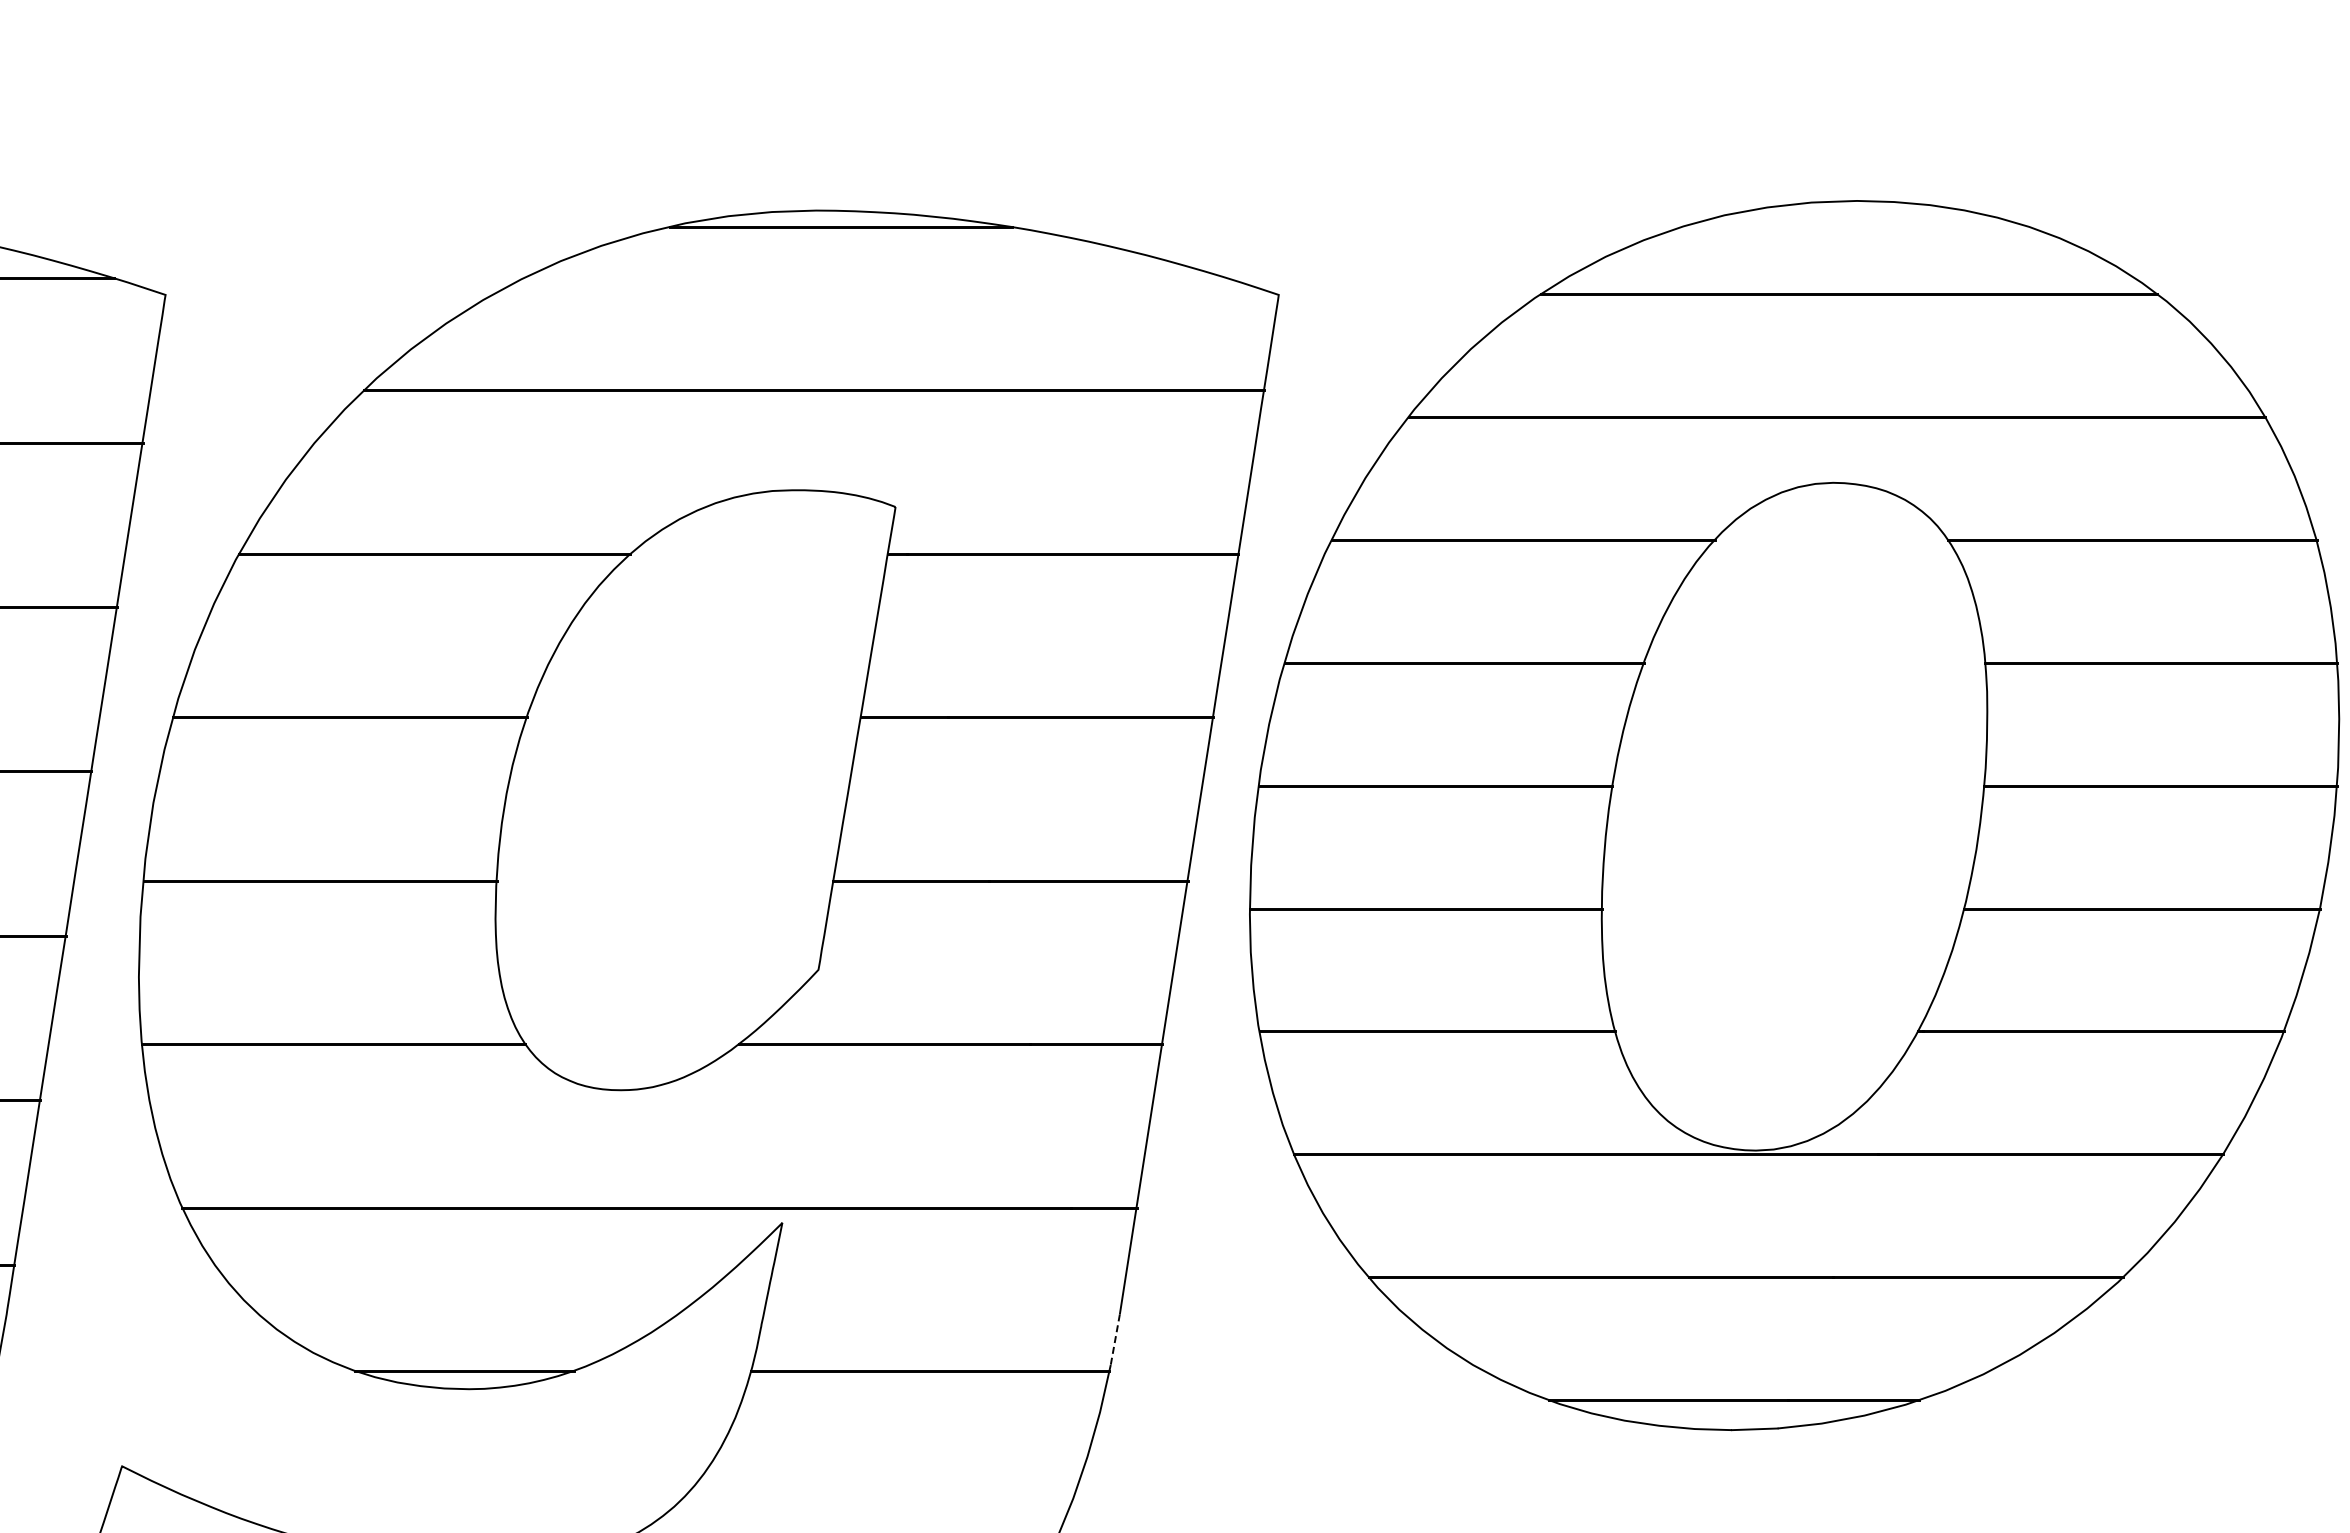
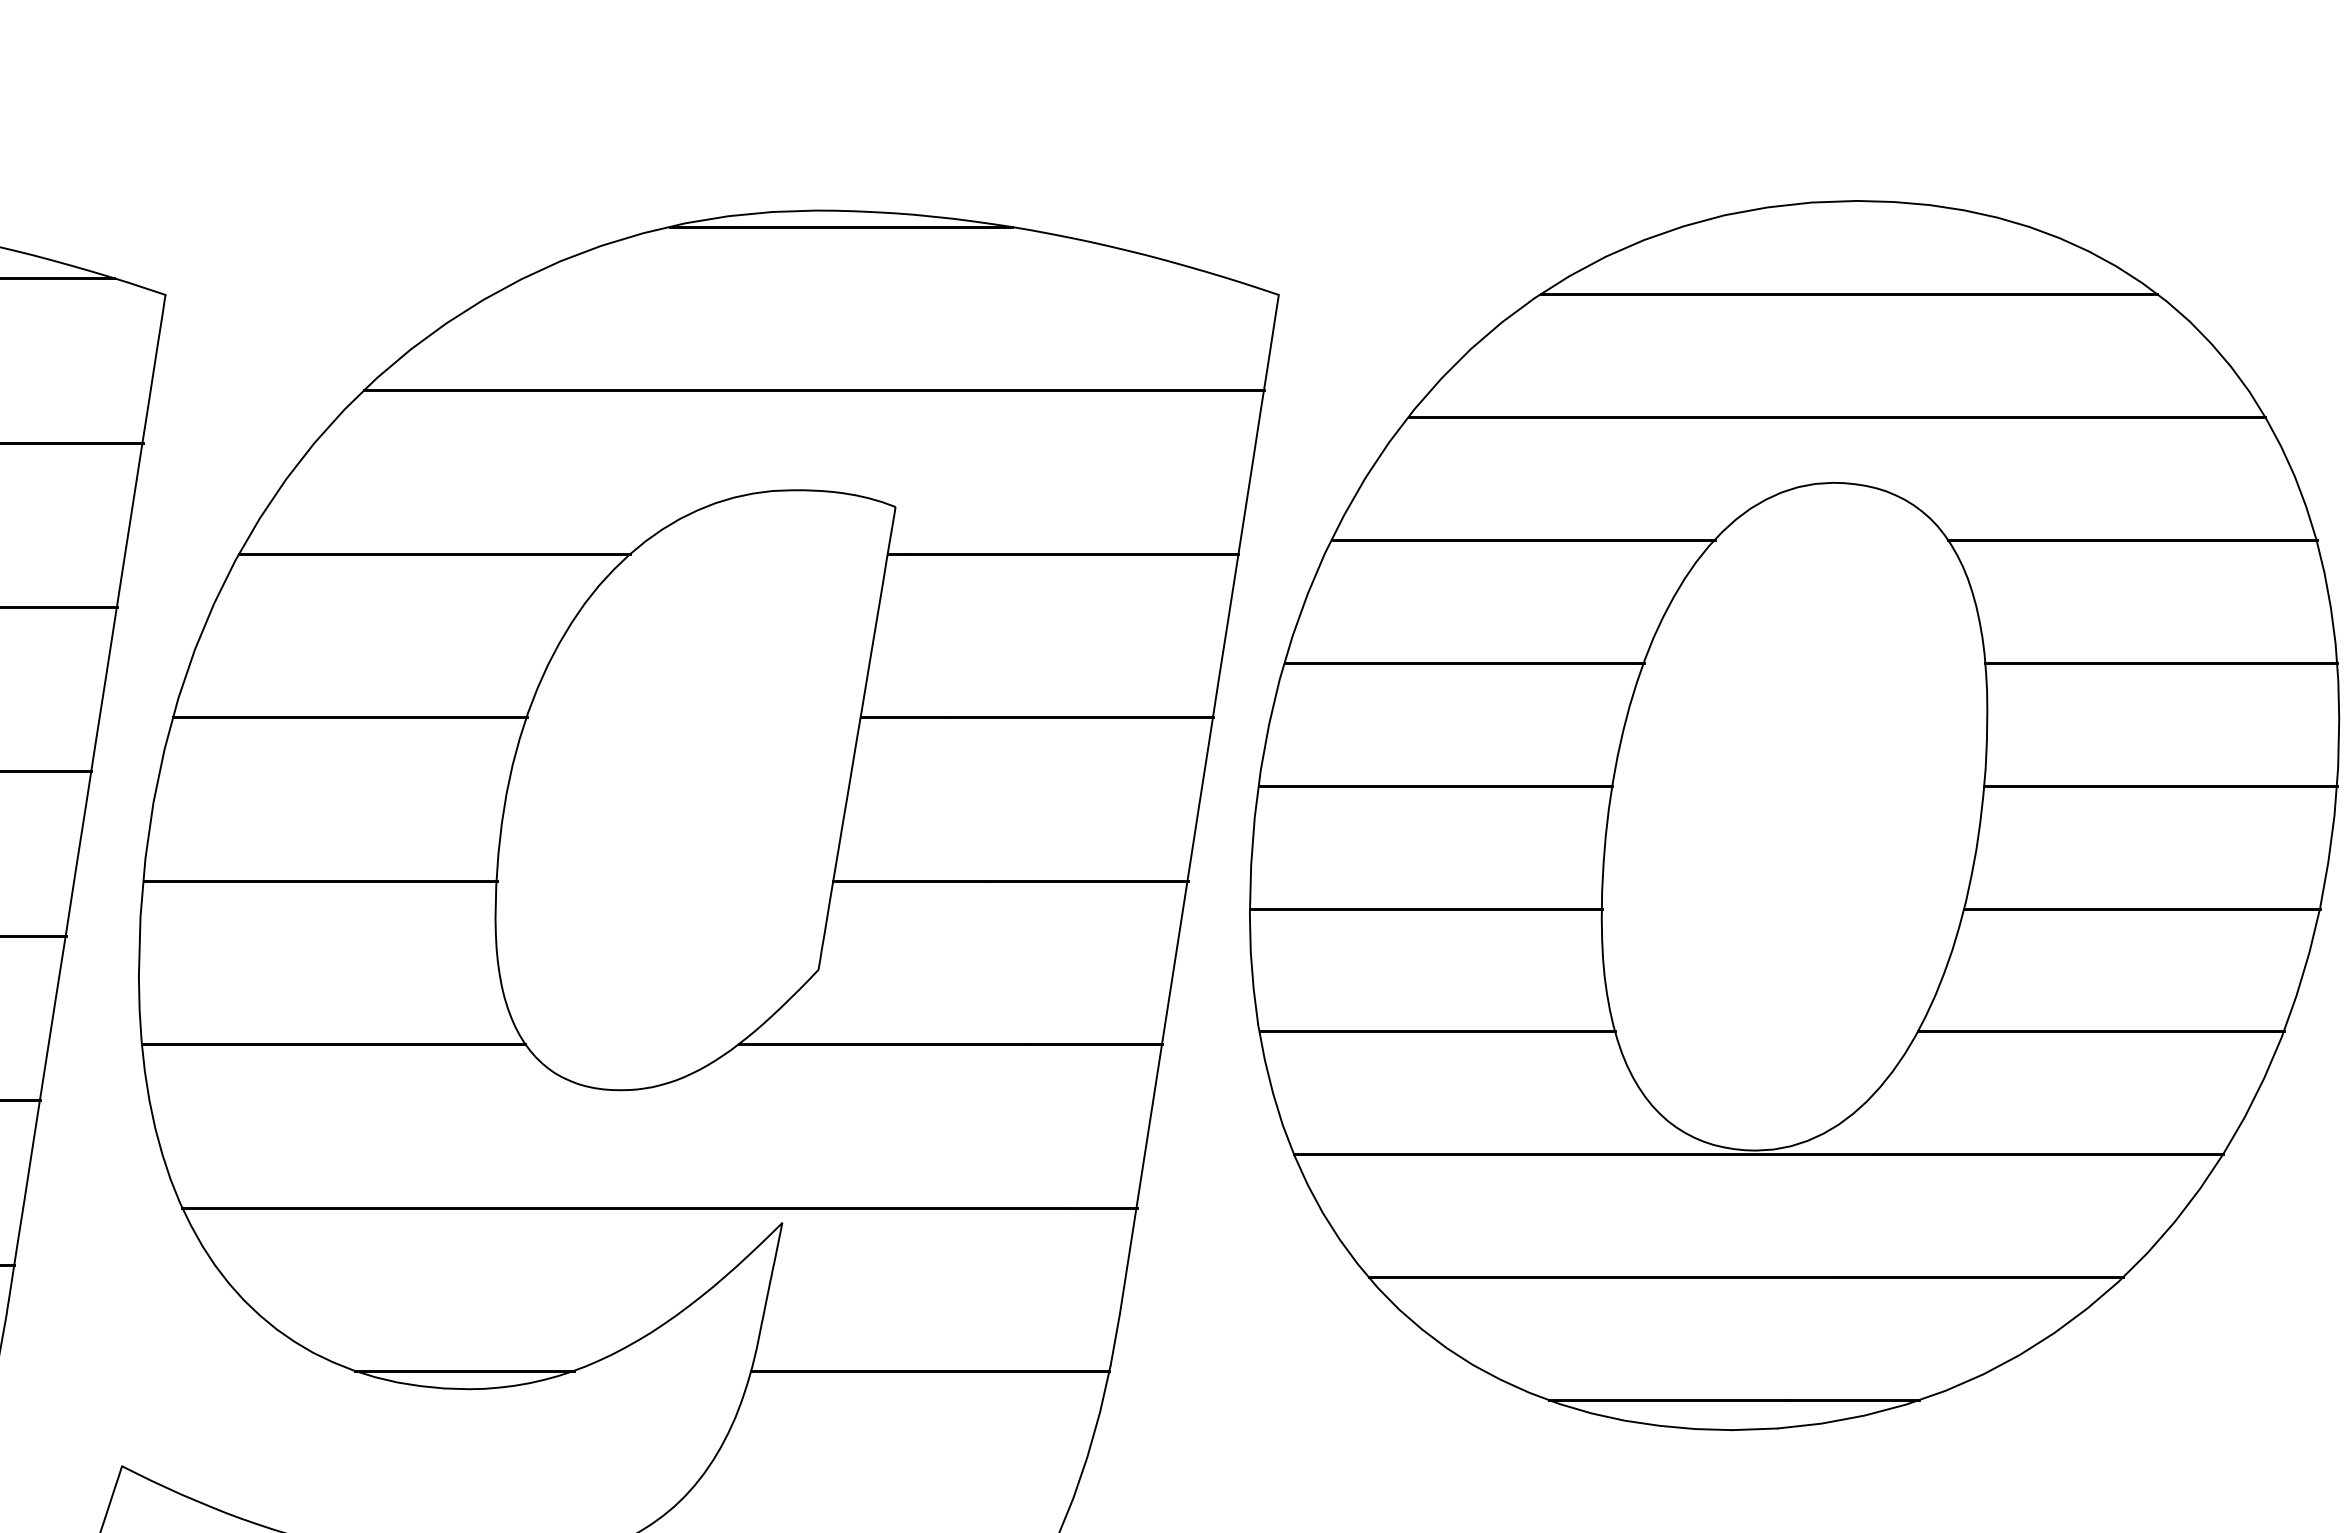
line at (1115, 1339): dashed -> solid
